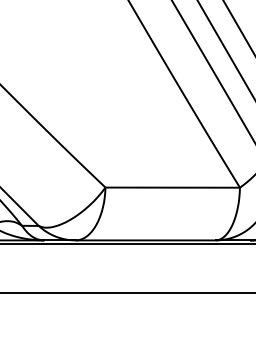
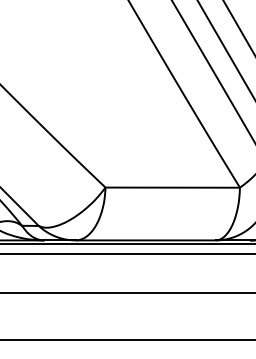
line at (127, 253): none -> present
line at (127, 340): none -> present
